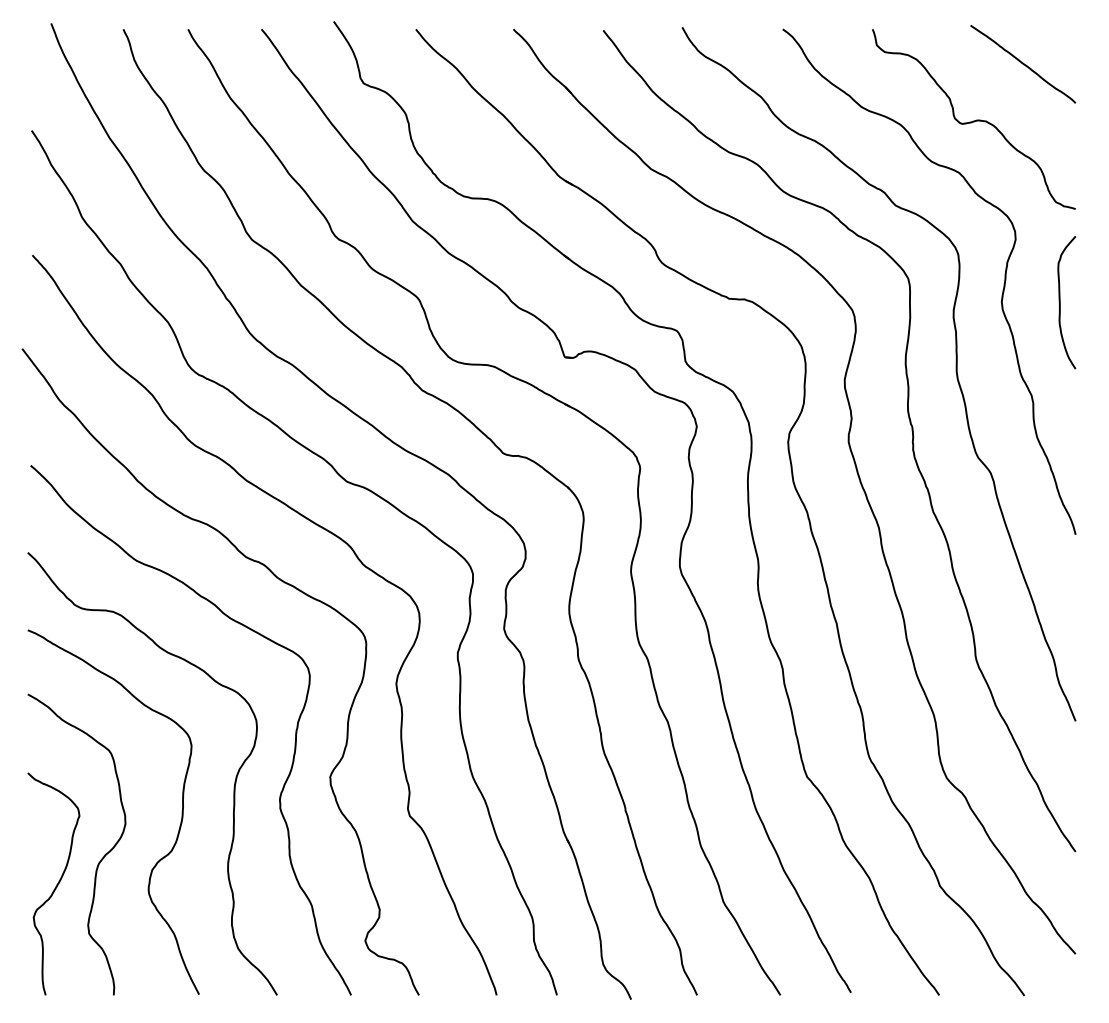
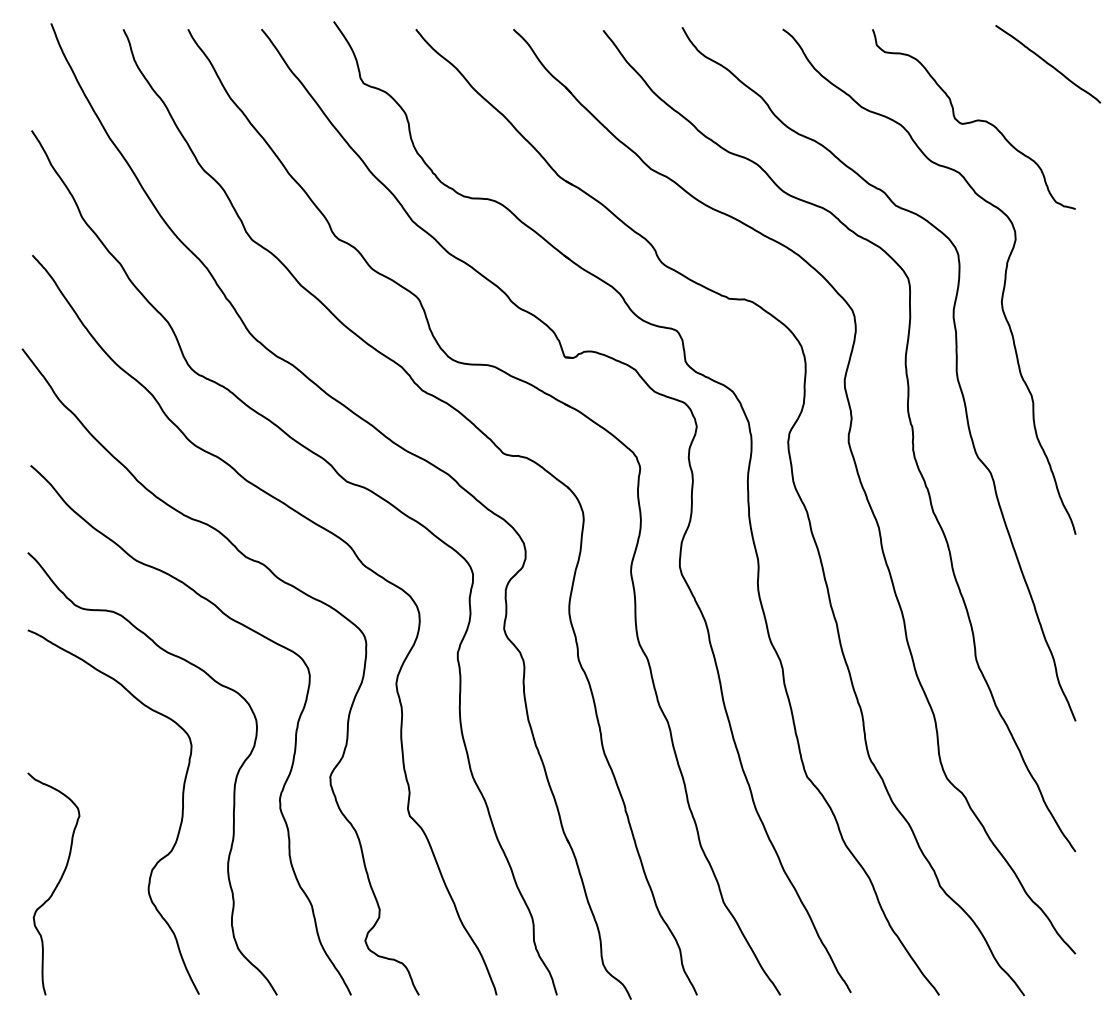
curve at (1023, 64) position: (1023, 64) -> (1048, 64)
curve at (1060, 302): present -> none
curve at (100, 859): present -> none
